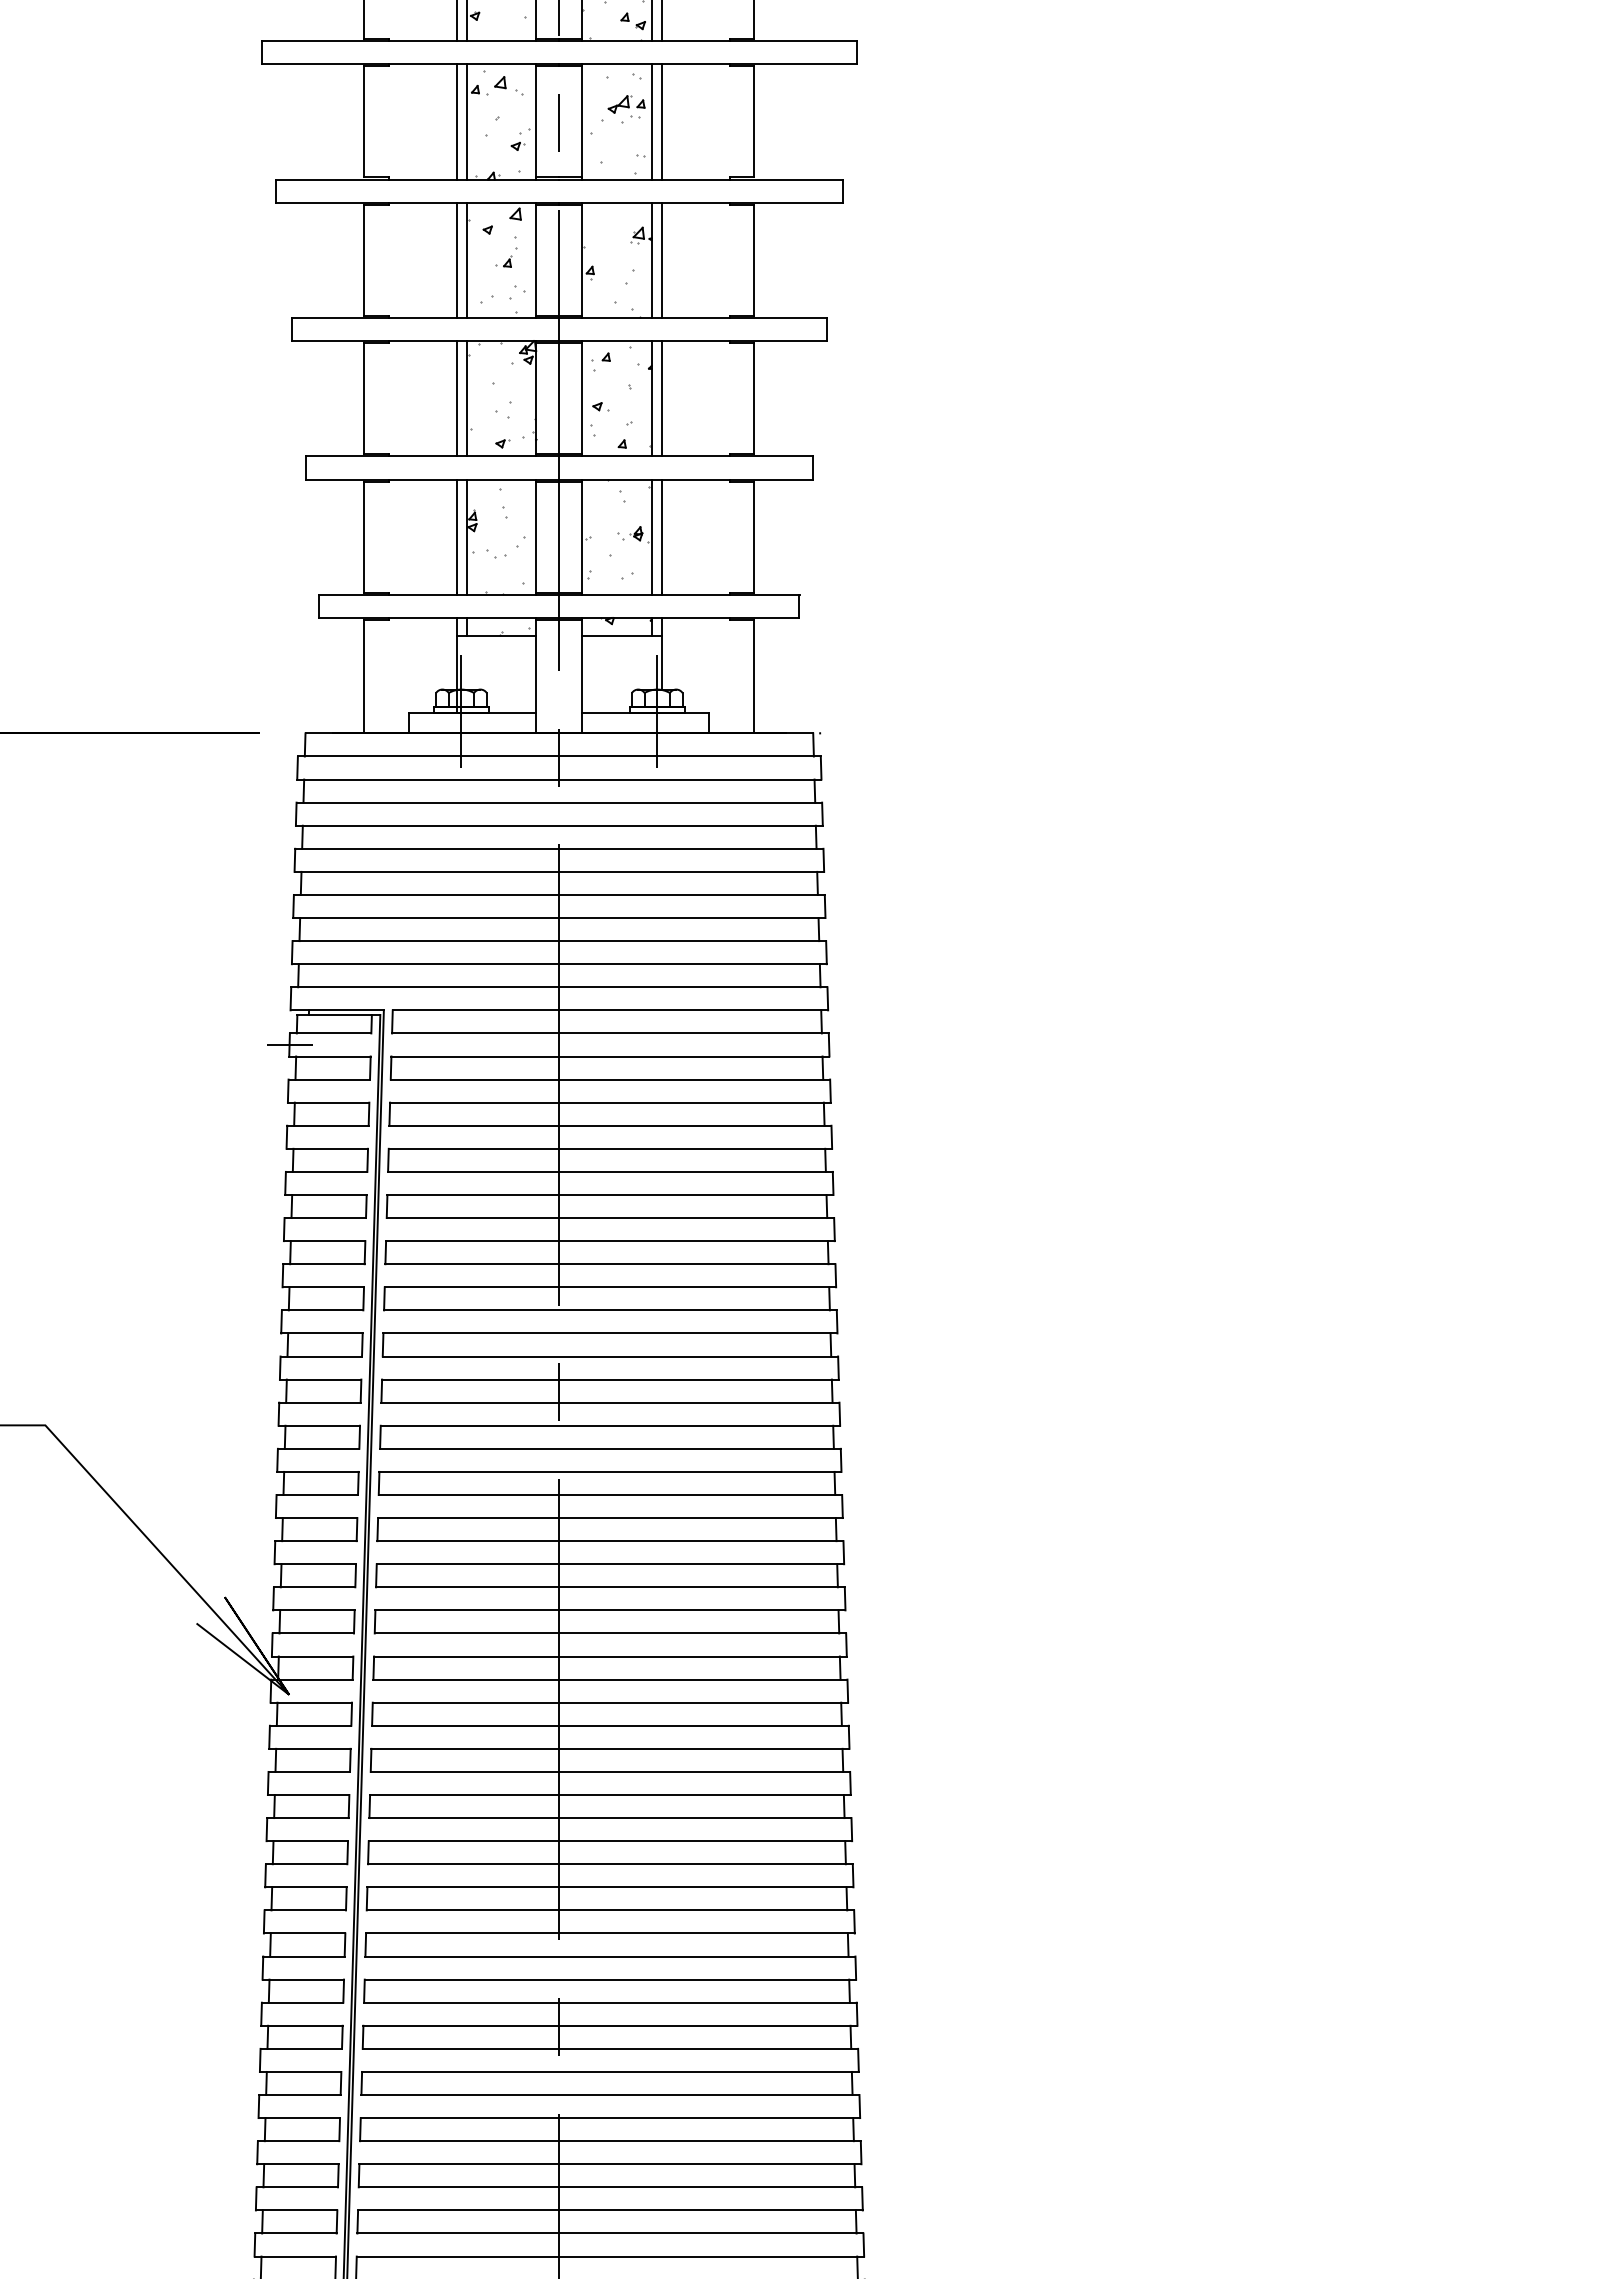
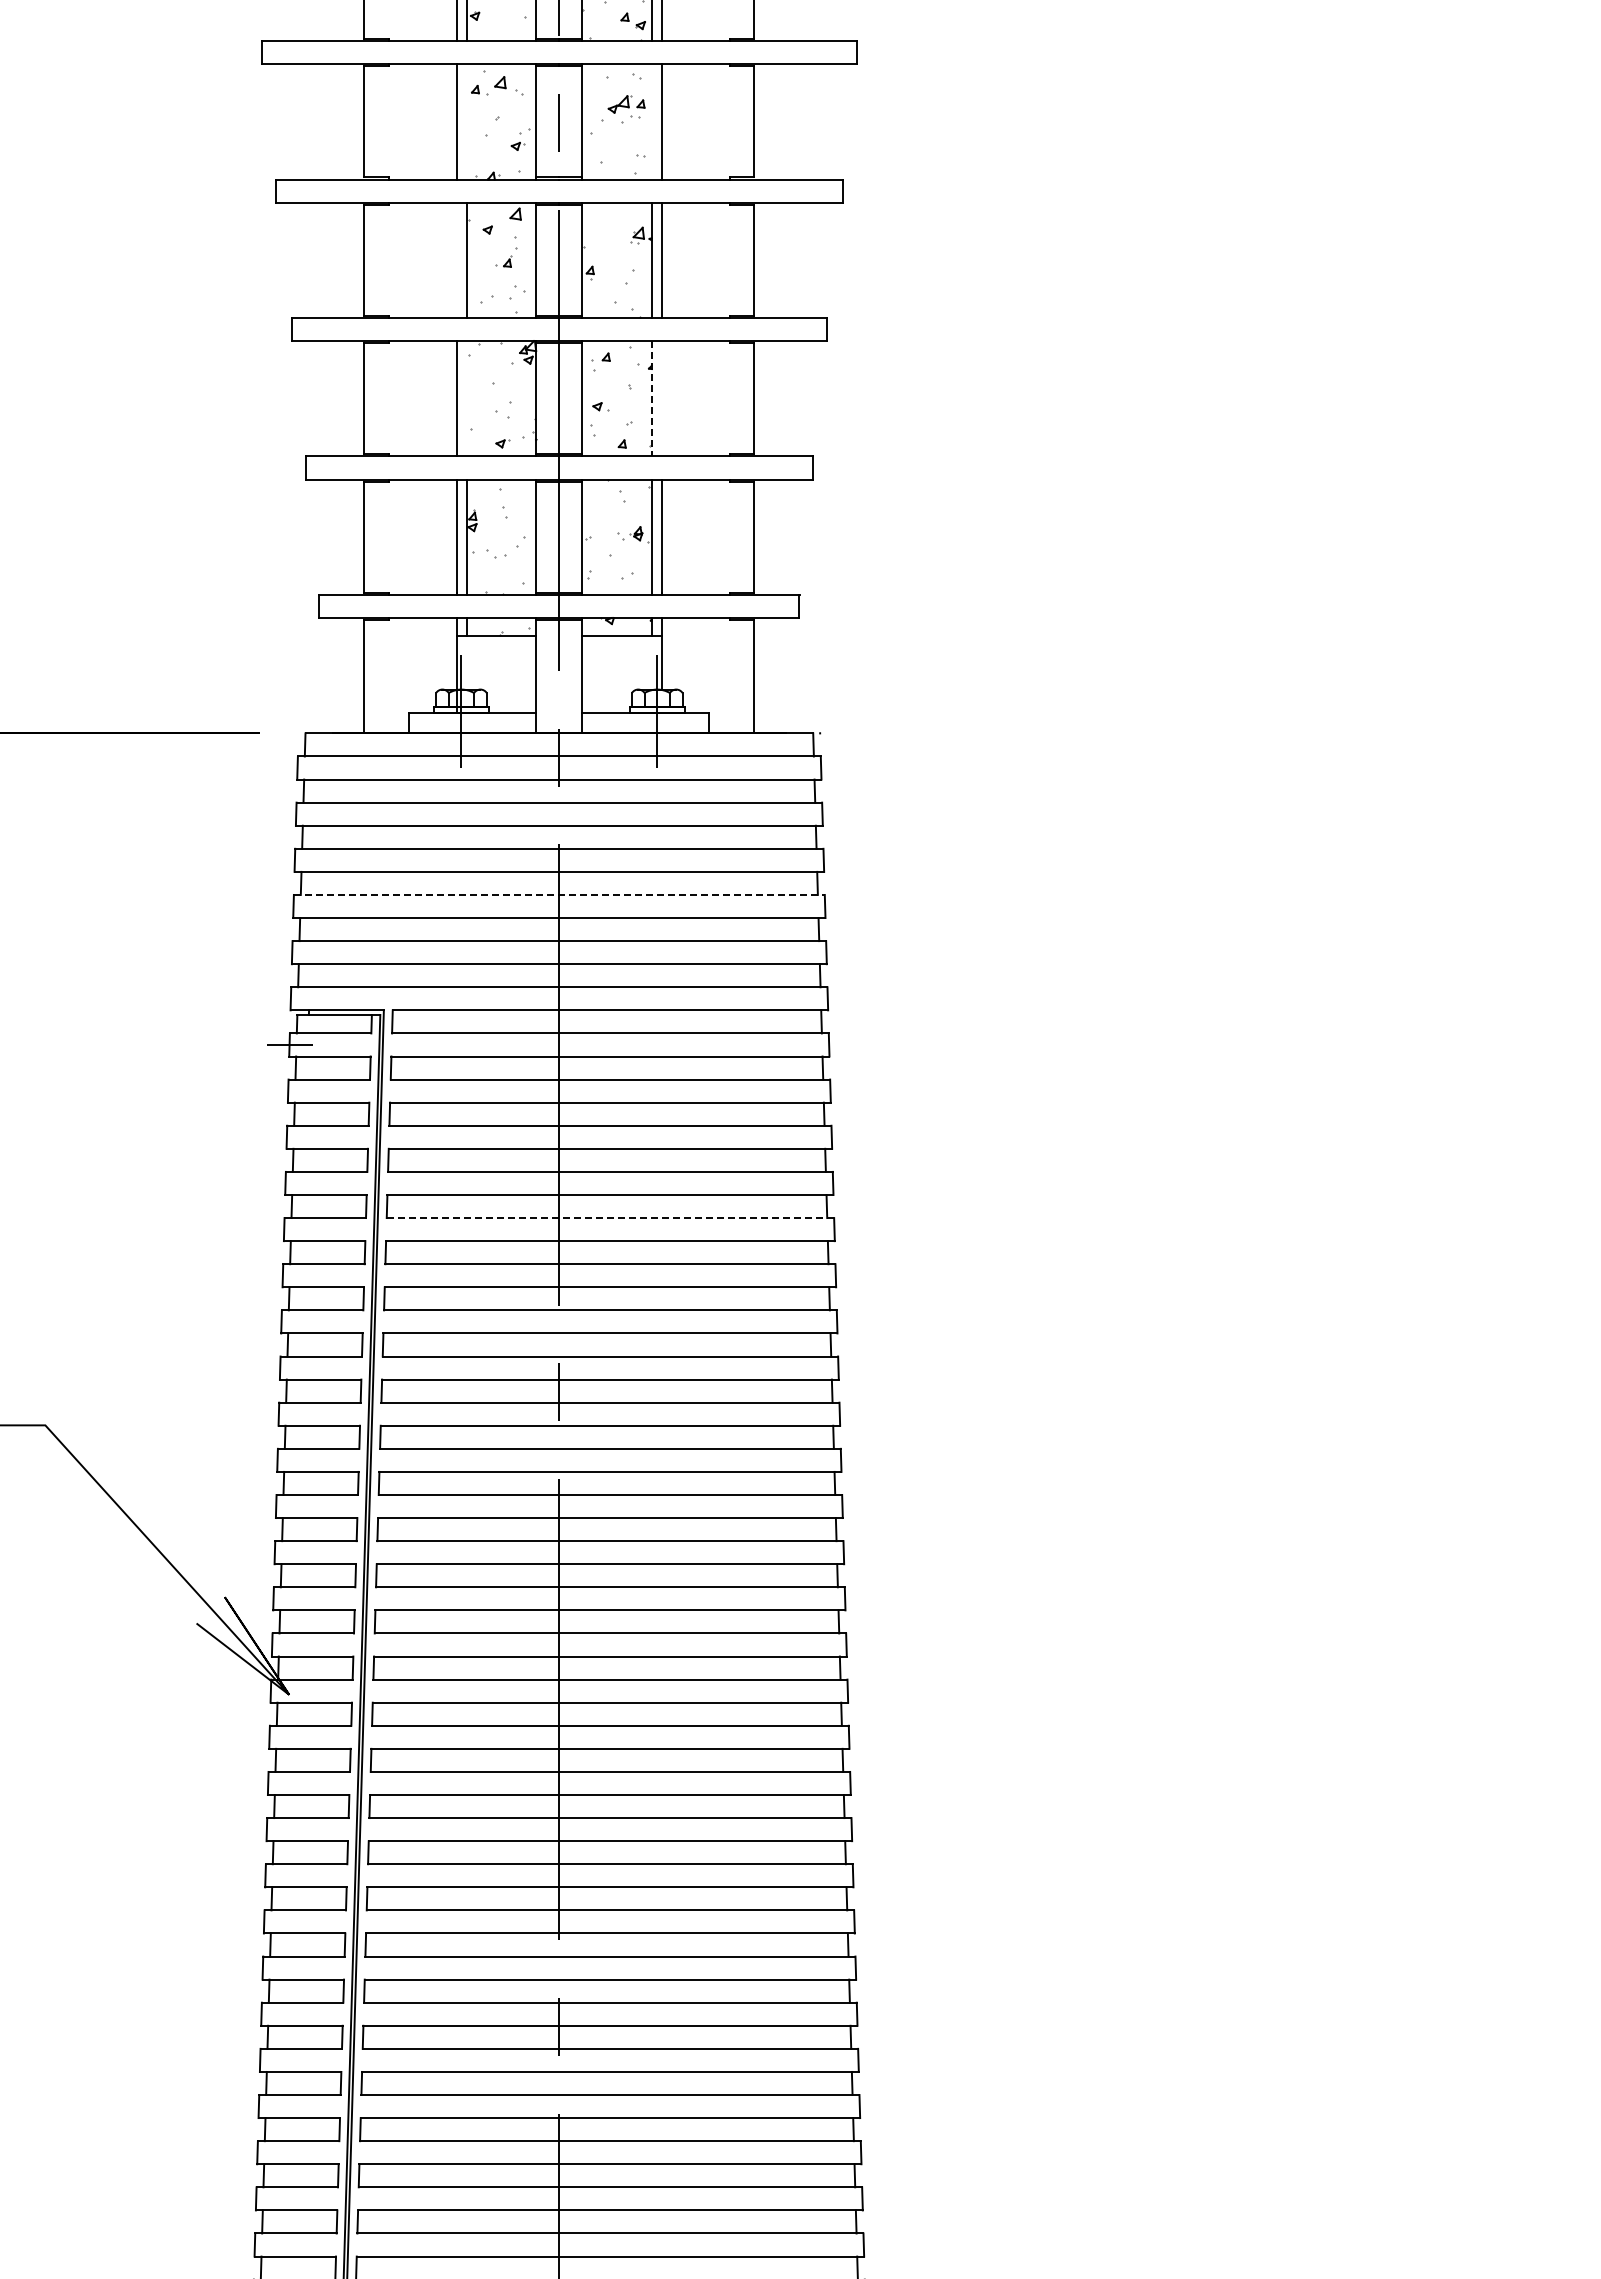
line at (467, 121): present -> none
line at (651, 121): present -> none
line at (456, 260): present -> none
line at (467, 398): present -> none
line at (651, 398): solid -> dashed
line at (662, 398): present -> none
line at (559, 894): solid -> dashed
line at (610, 1218): solid -> dashed
